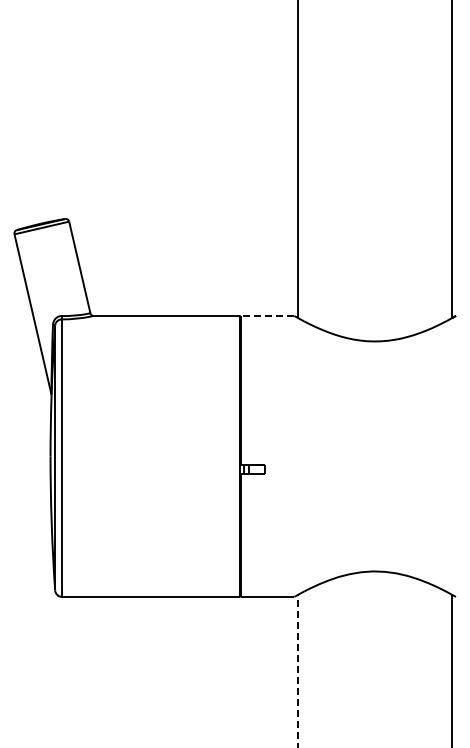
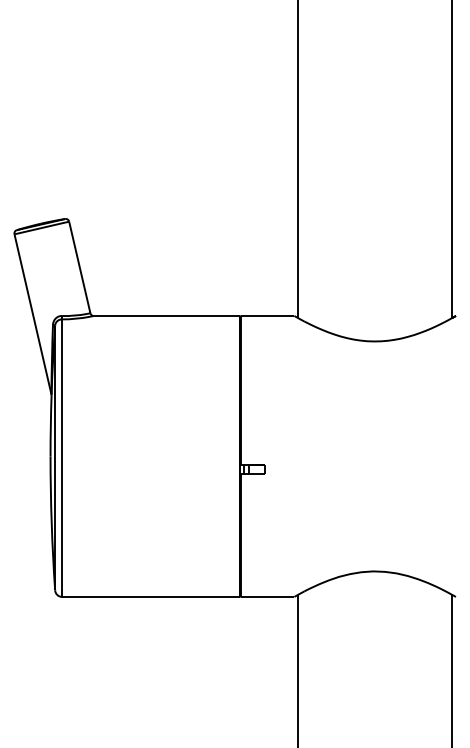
line at (267, 315): dashed -> solid
line at (297, 670): dashed -> solid
